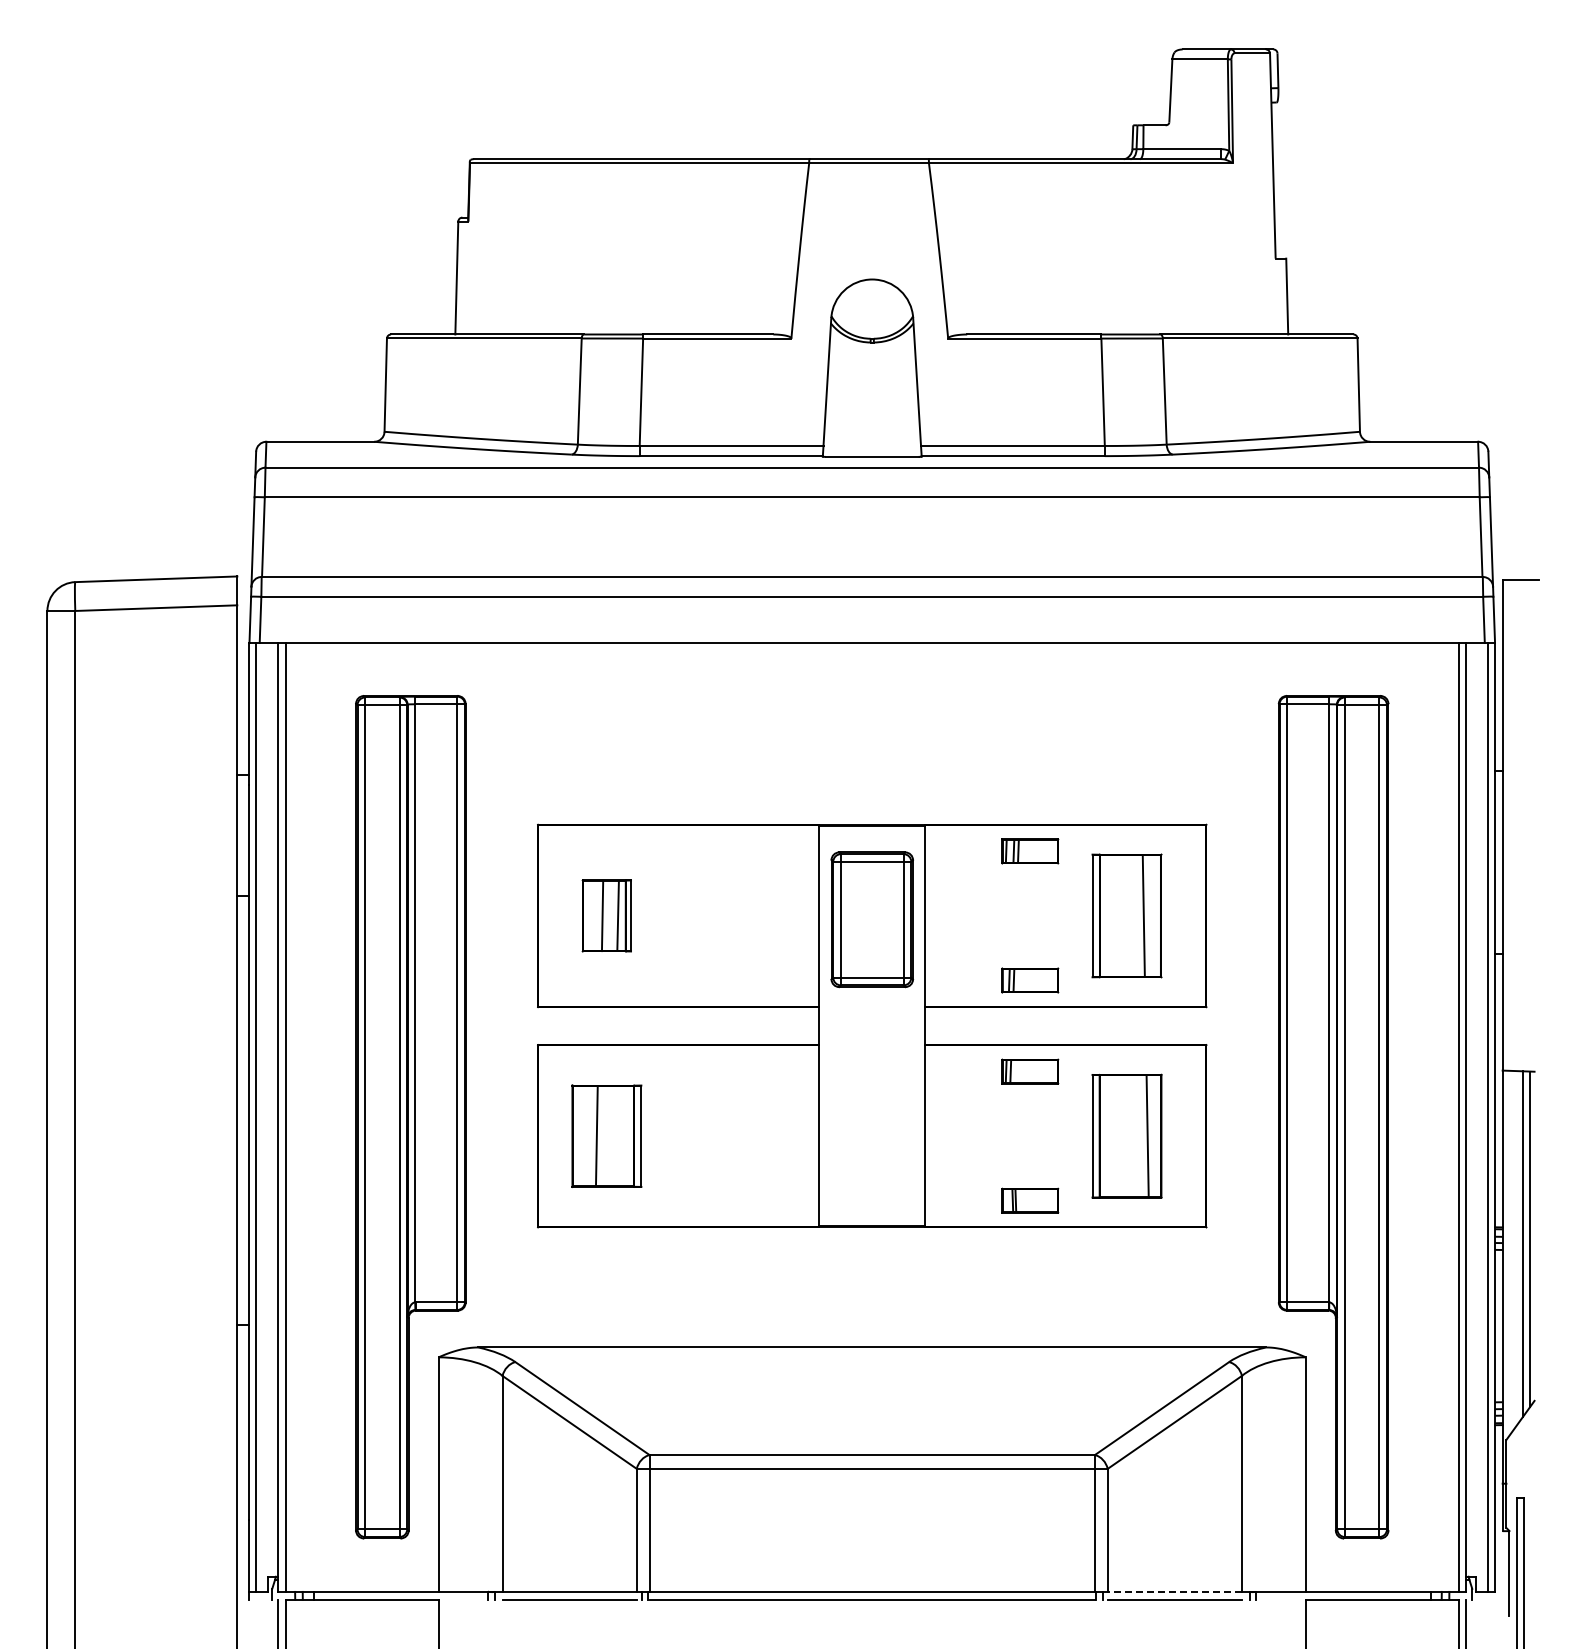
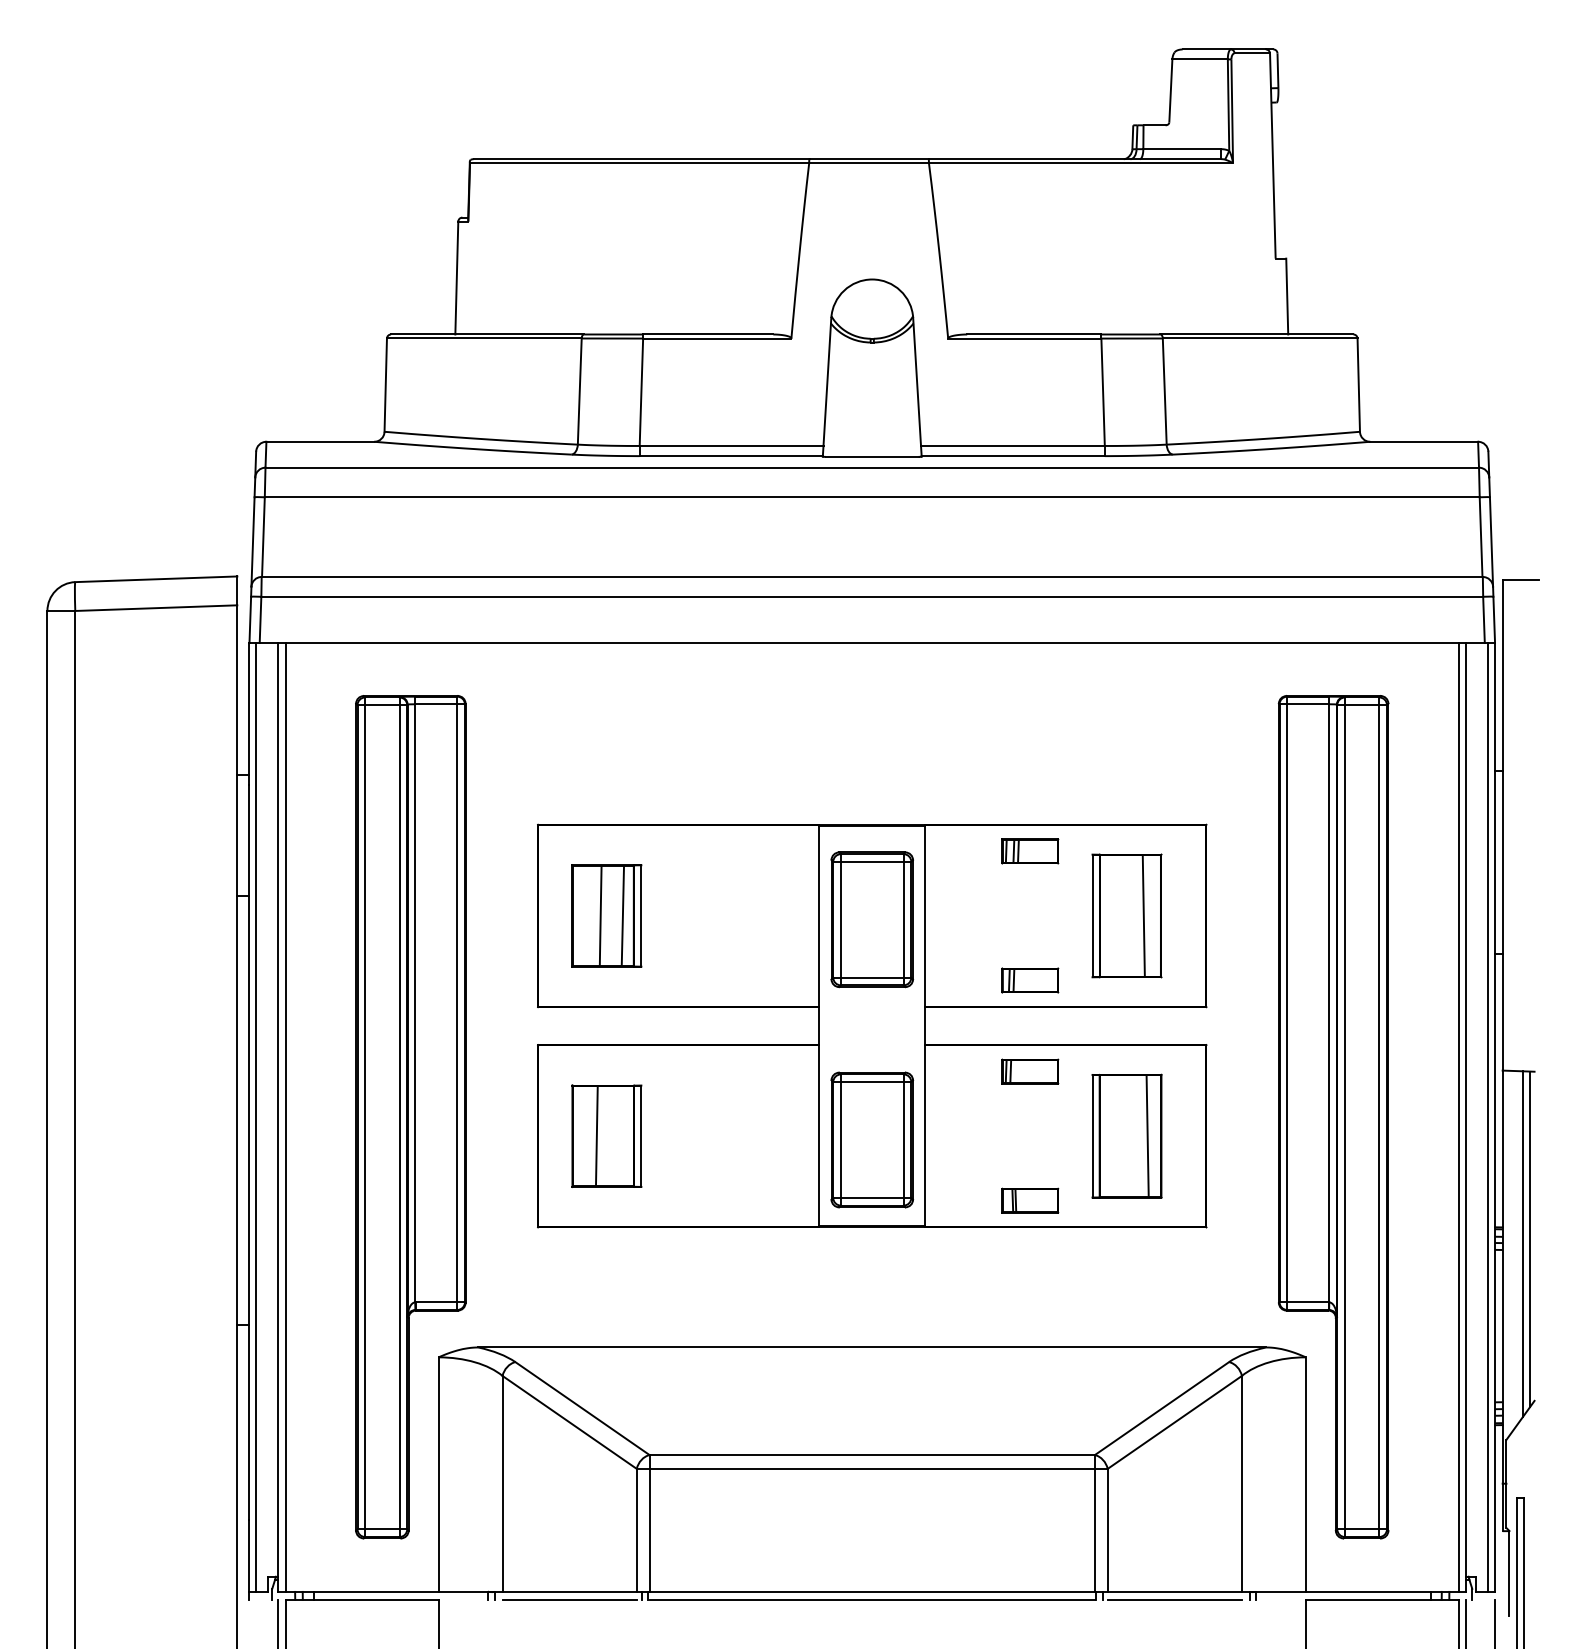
part at (606, 915) size: 51x74 px -> 72x104 px
part at (872, 1139): none -> present
line at (1174, 1591): dashed -> solid
line at (1495, 1622): none -> present
